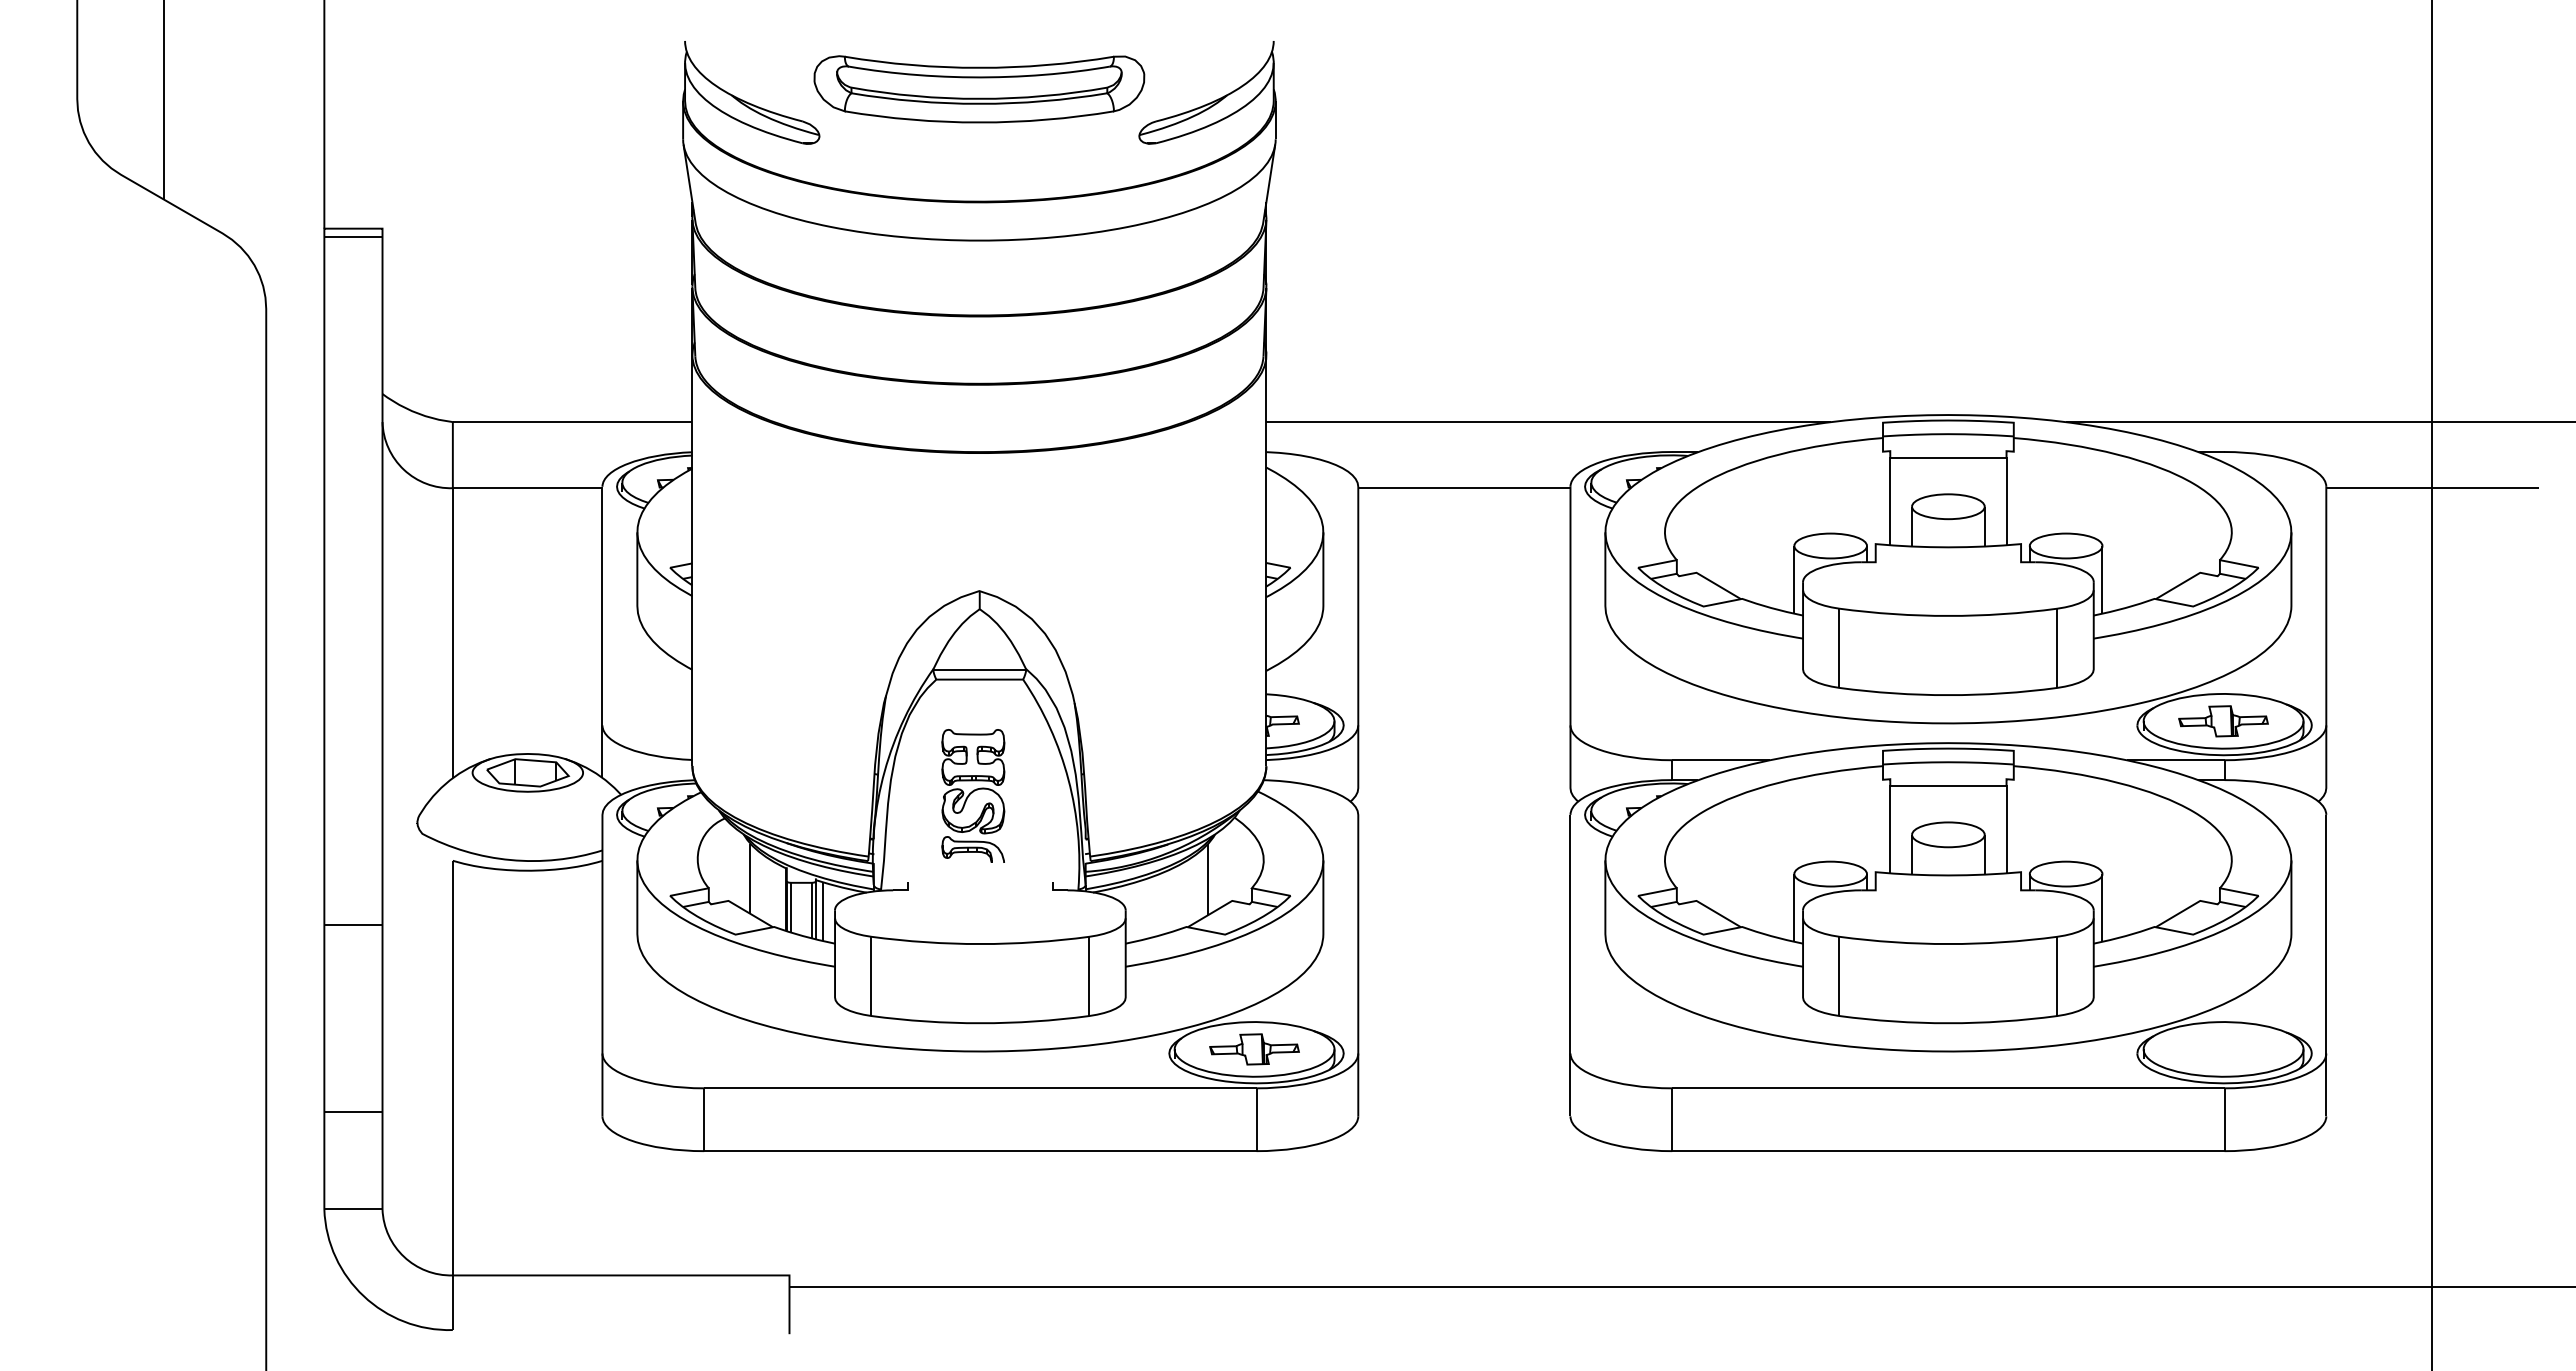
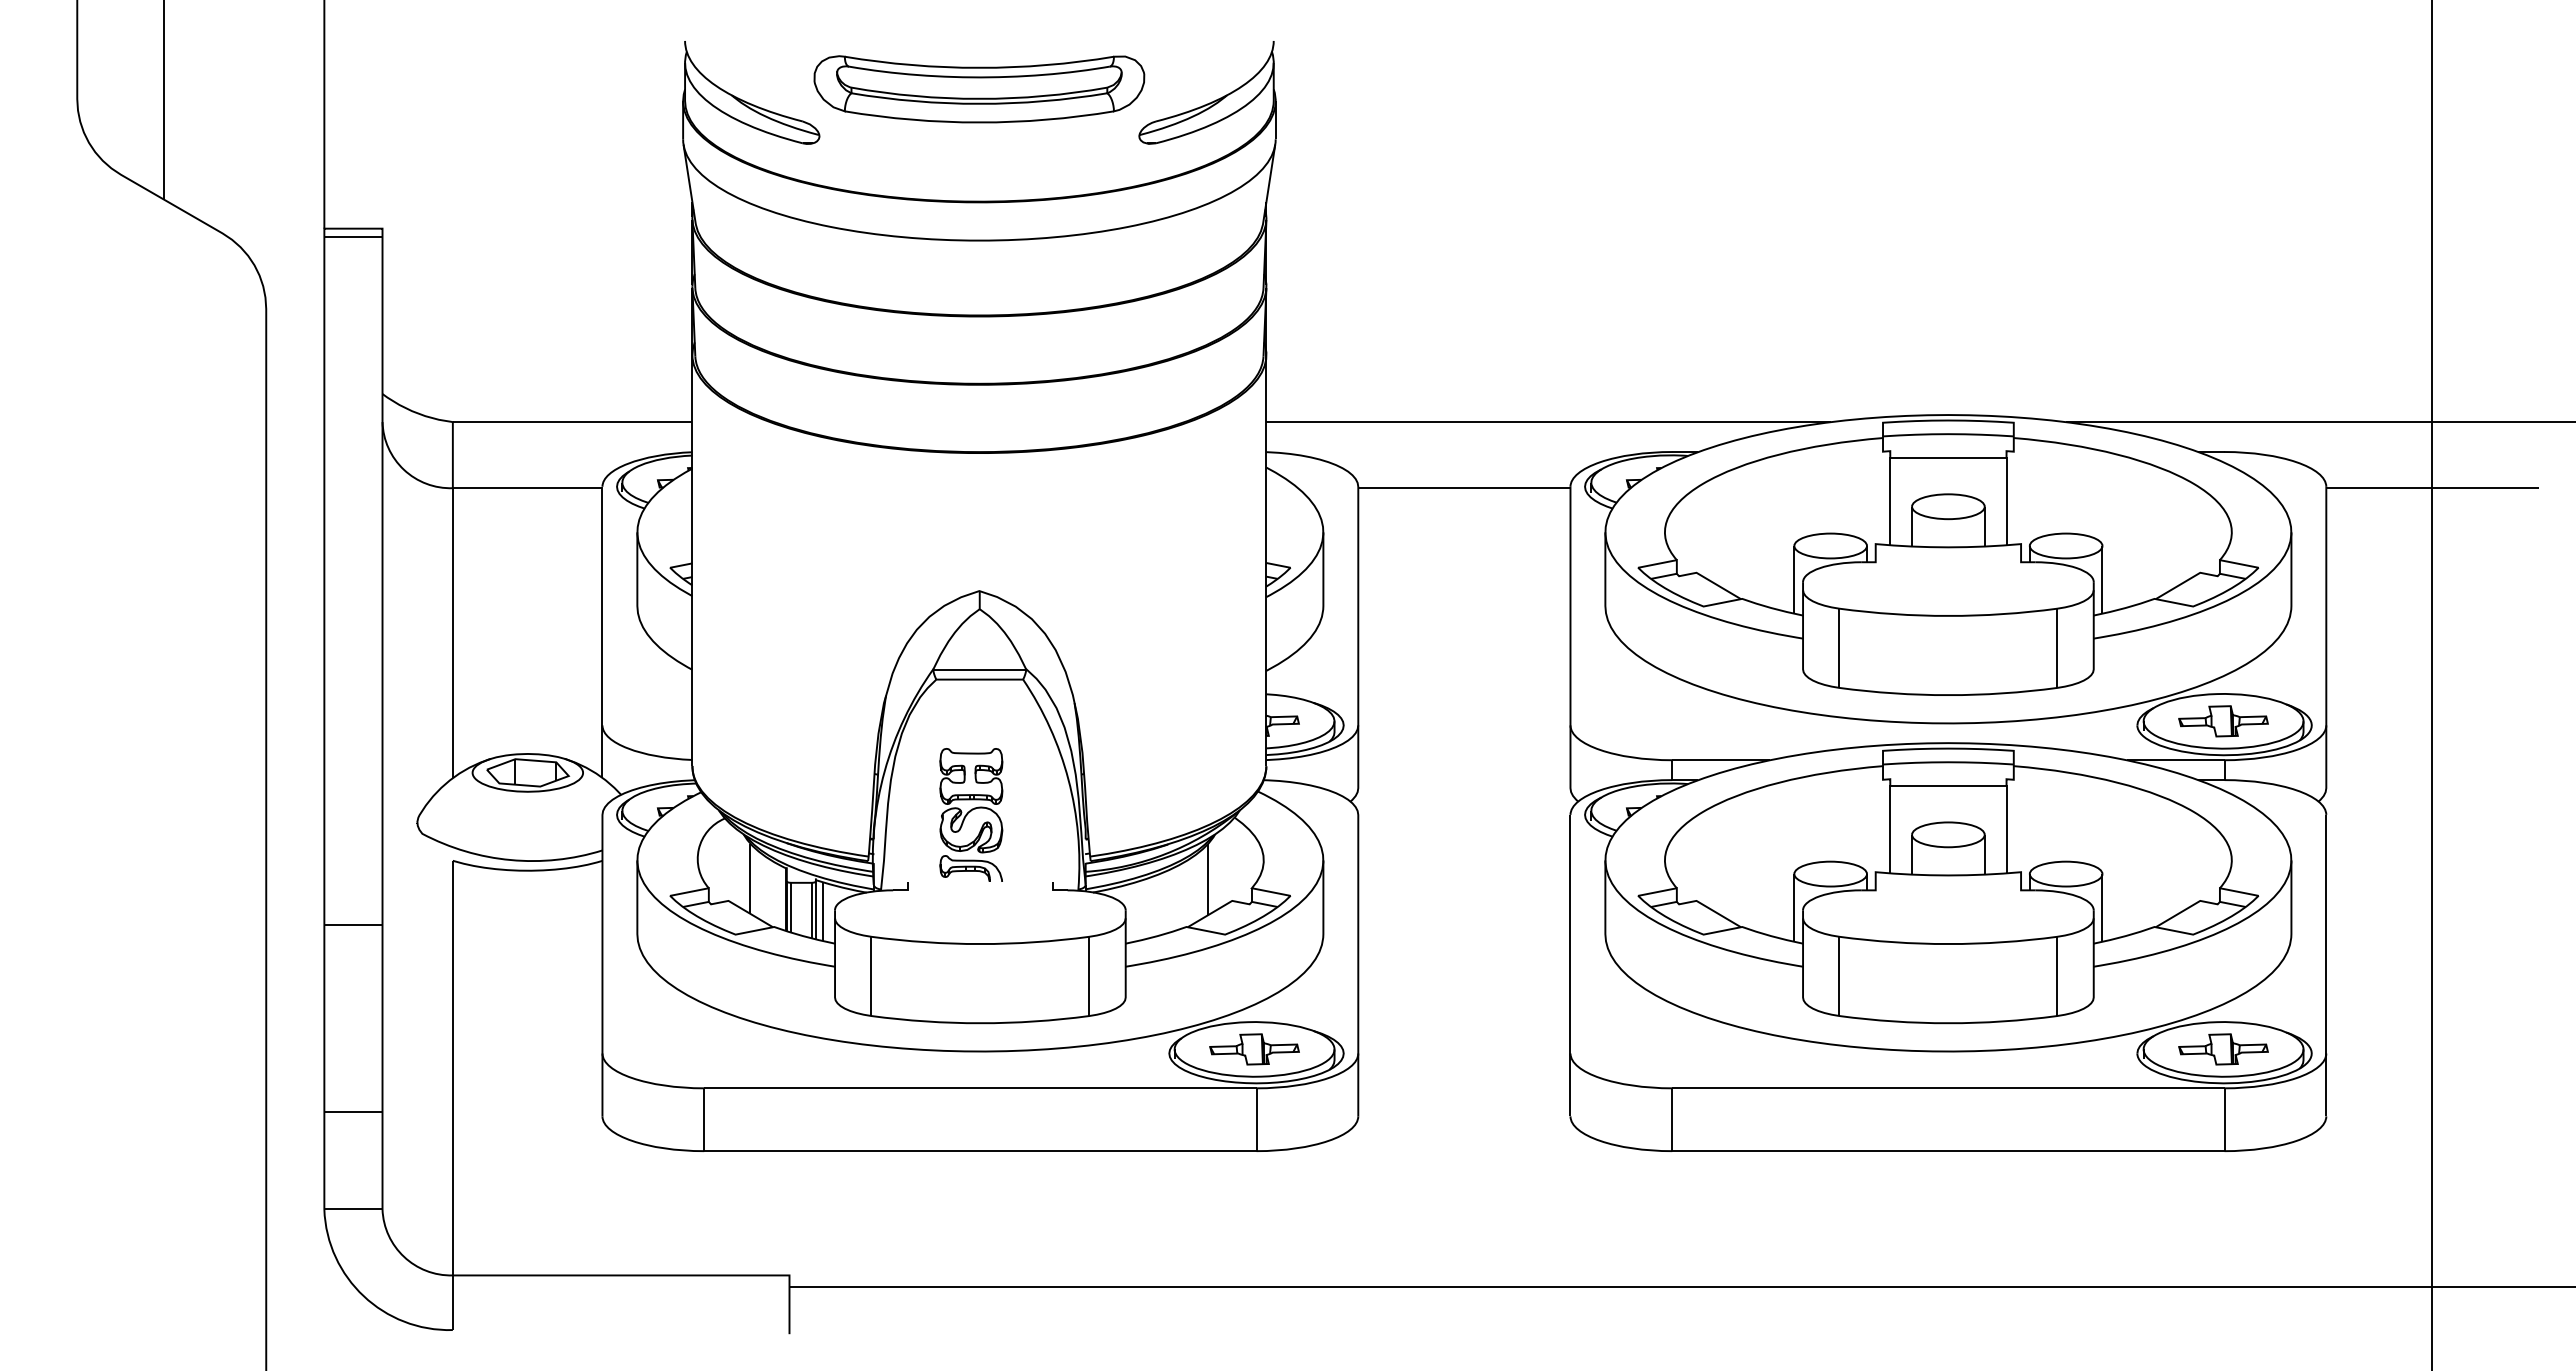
part at (973, 795) position: (973, 795) -> (971, 814)
part at (2223, 1049): none -> present
